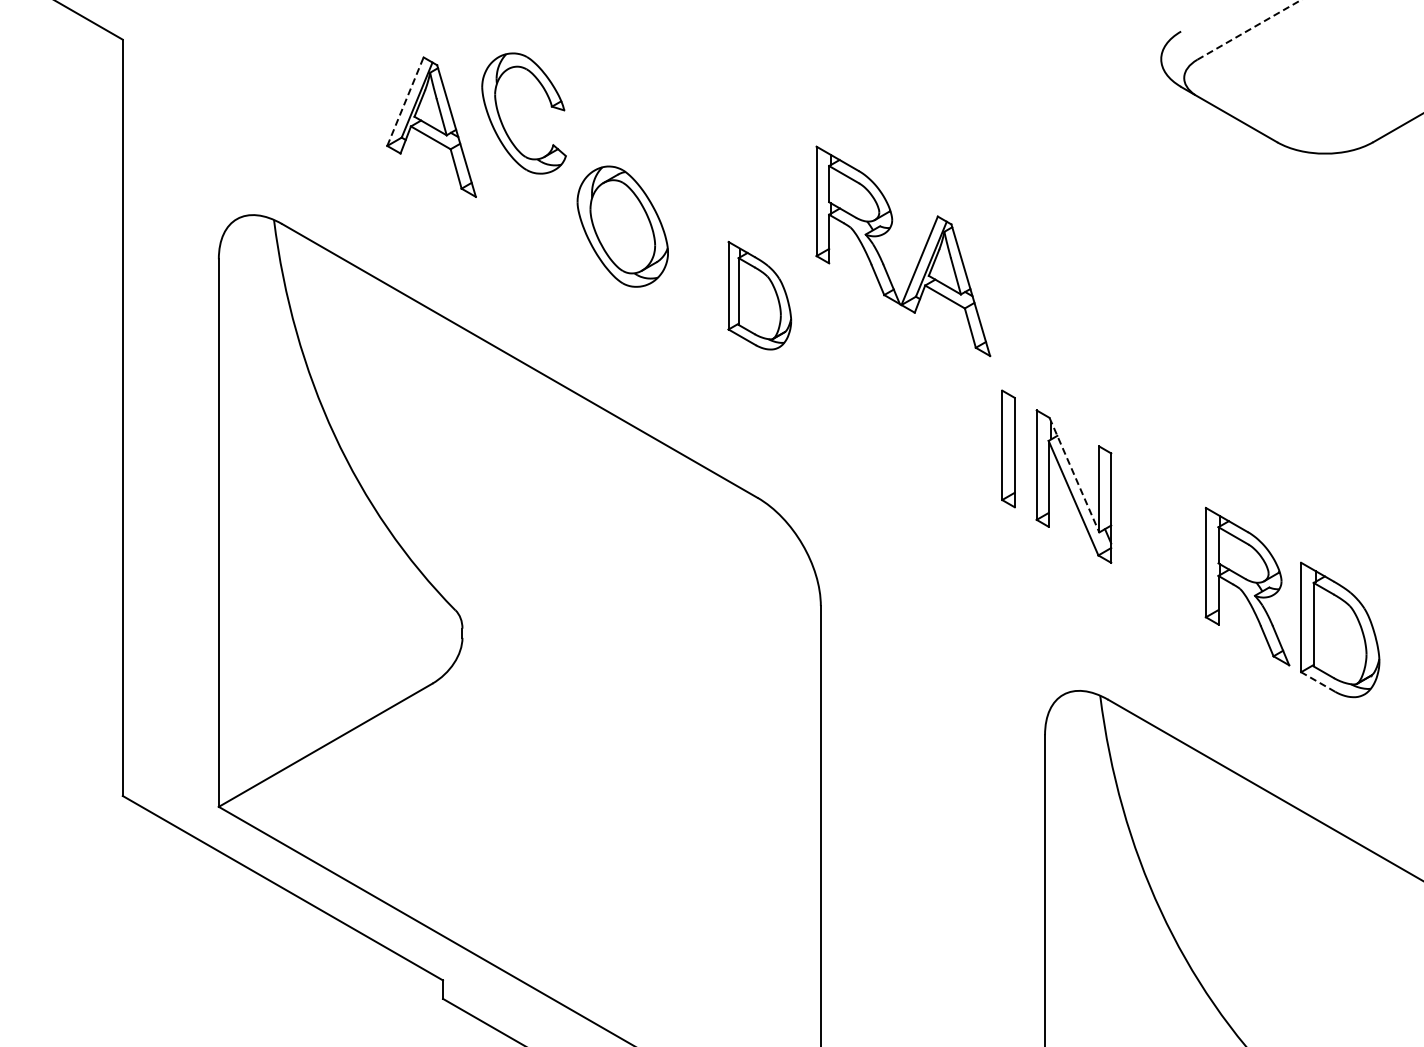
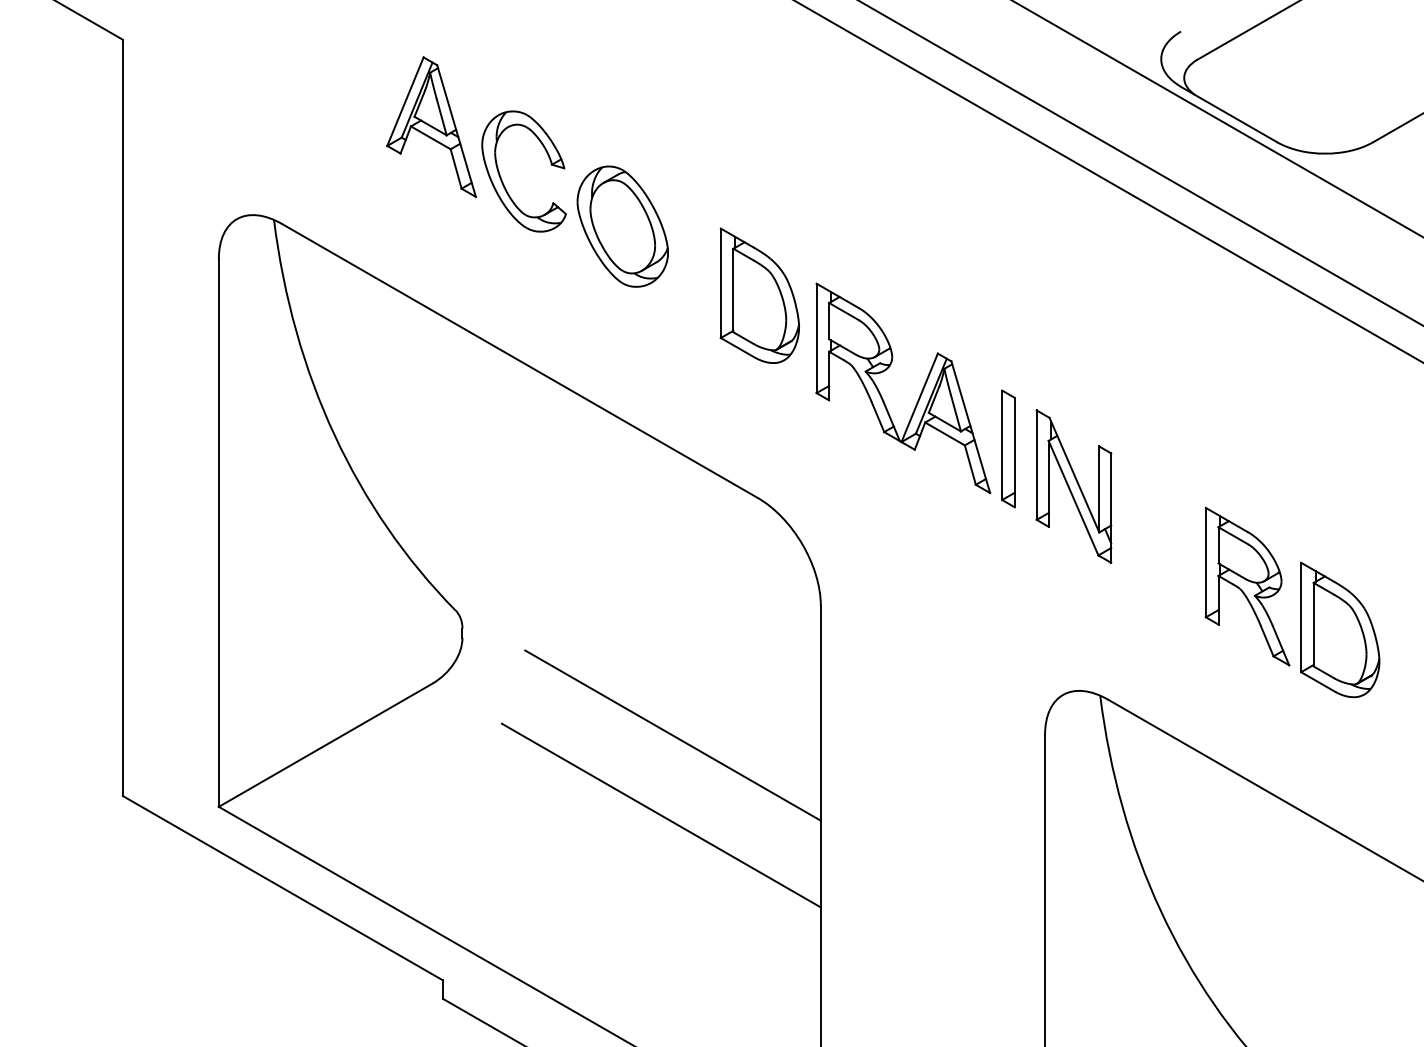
line at (1249, 29): dashed -> solid
line at (405, 101): dashed -> solid
line at (1217, 118): none -> present
part at (502, 121) position: (502, 121) -> (502, 179)
line at (1140, 163): none -> present
line at (1108, 181): none -> present
part at (920, 255) position: (920, 255) -> (920, 392)
part at (759, 295) size: 66x111 px -> 81x137 px
line at (1074, 475): dashed -> solid
line at (1318, 682): dashed -> solid
line at (672, 735): none -> present
line at (660, 815): none -> present
